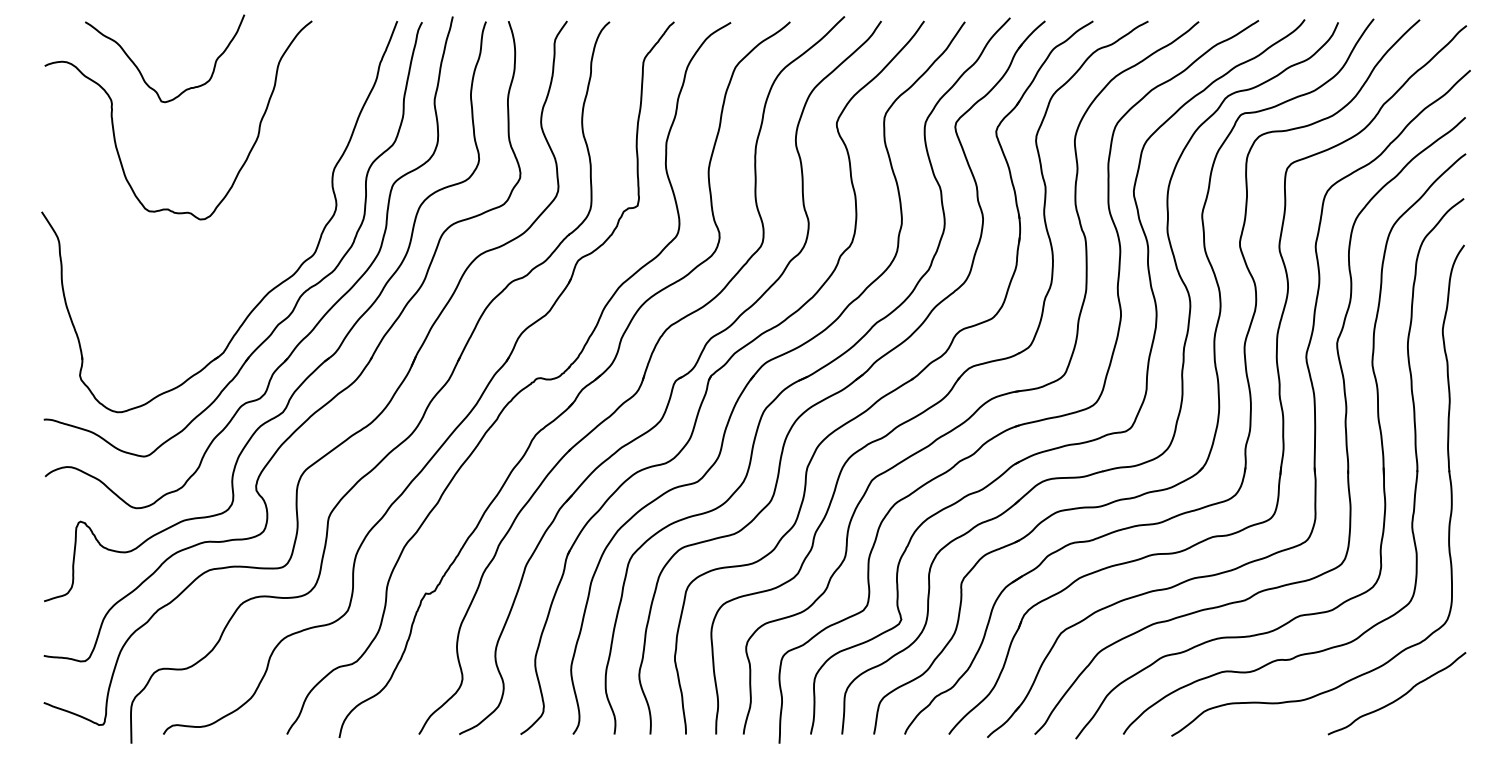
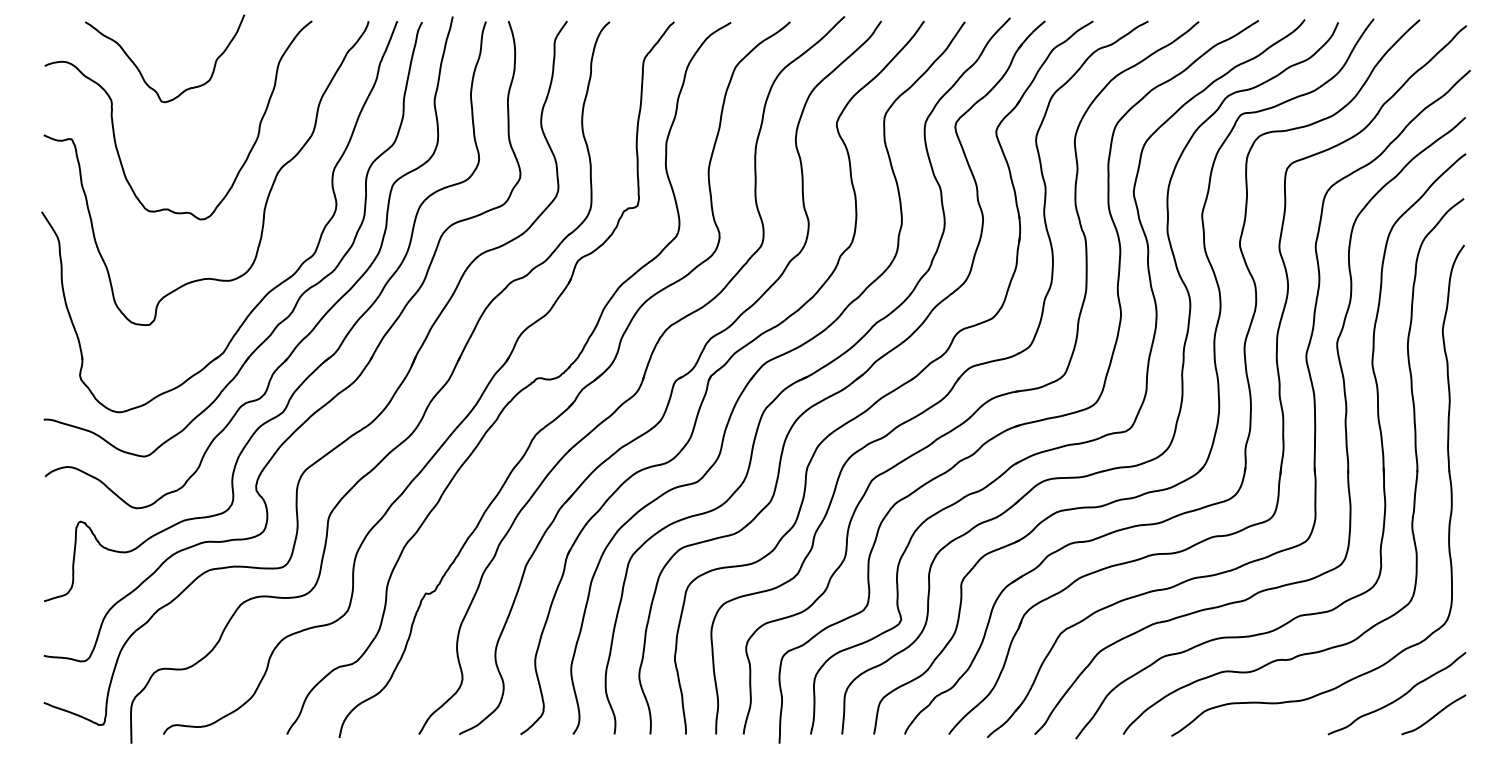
curve at (268, 192): none -> present
curve at (1433, 715): none -> present
